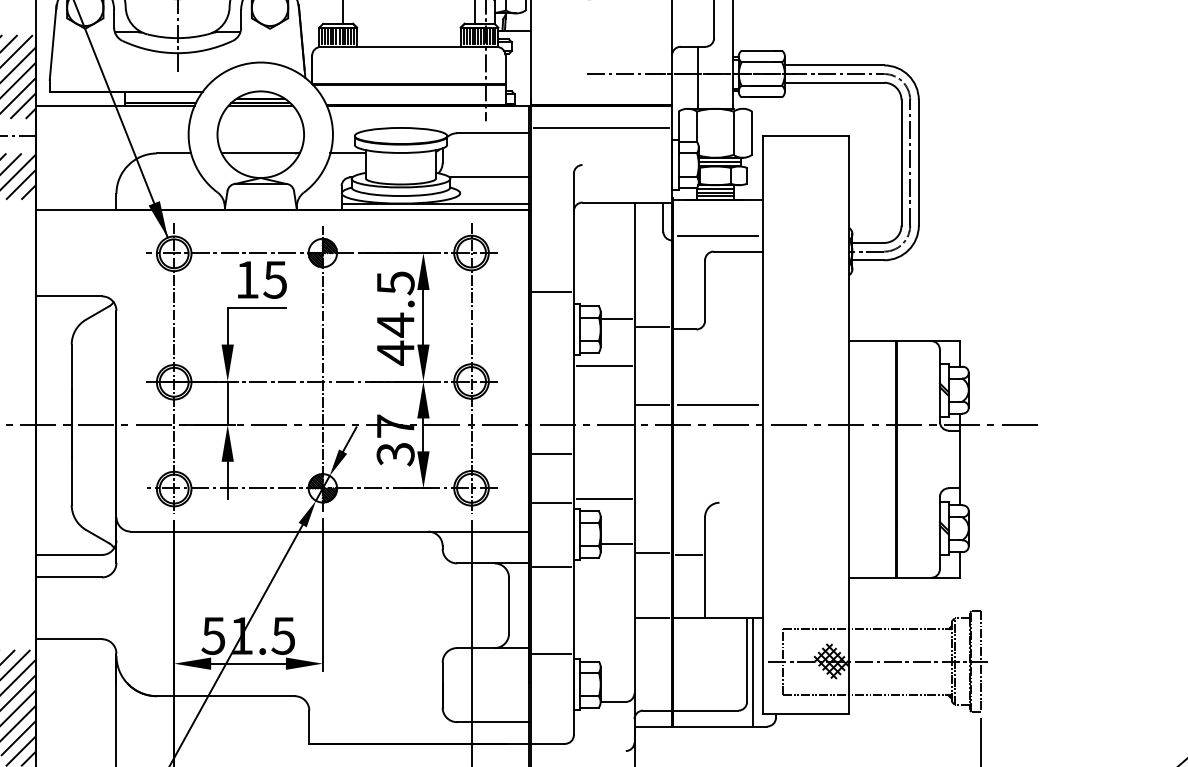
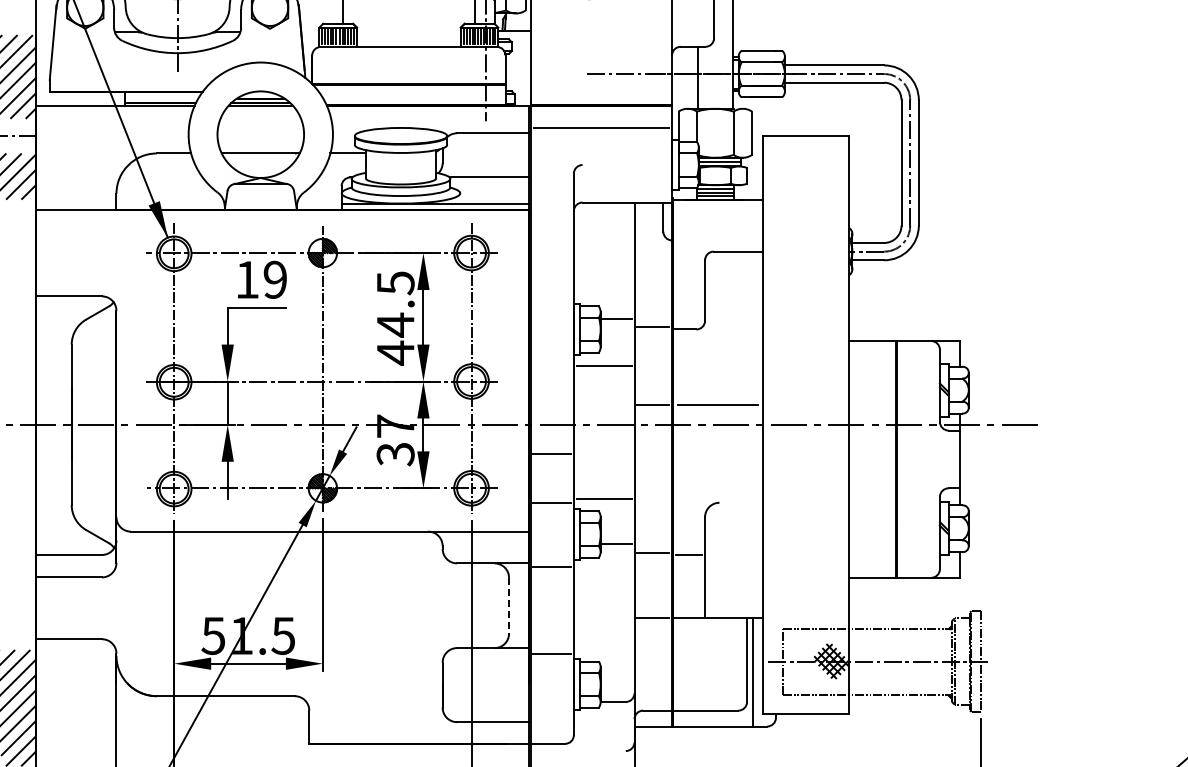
line at (717, 236): present -> none
text at (274, 279): 15 -> 19
line at (551, 292): present -> none
line at (509, 605): solid -> dashed
